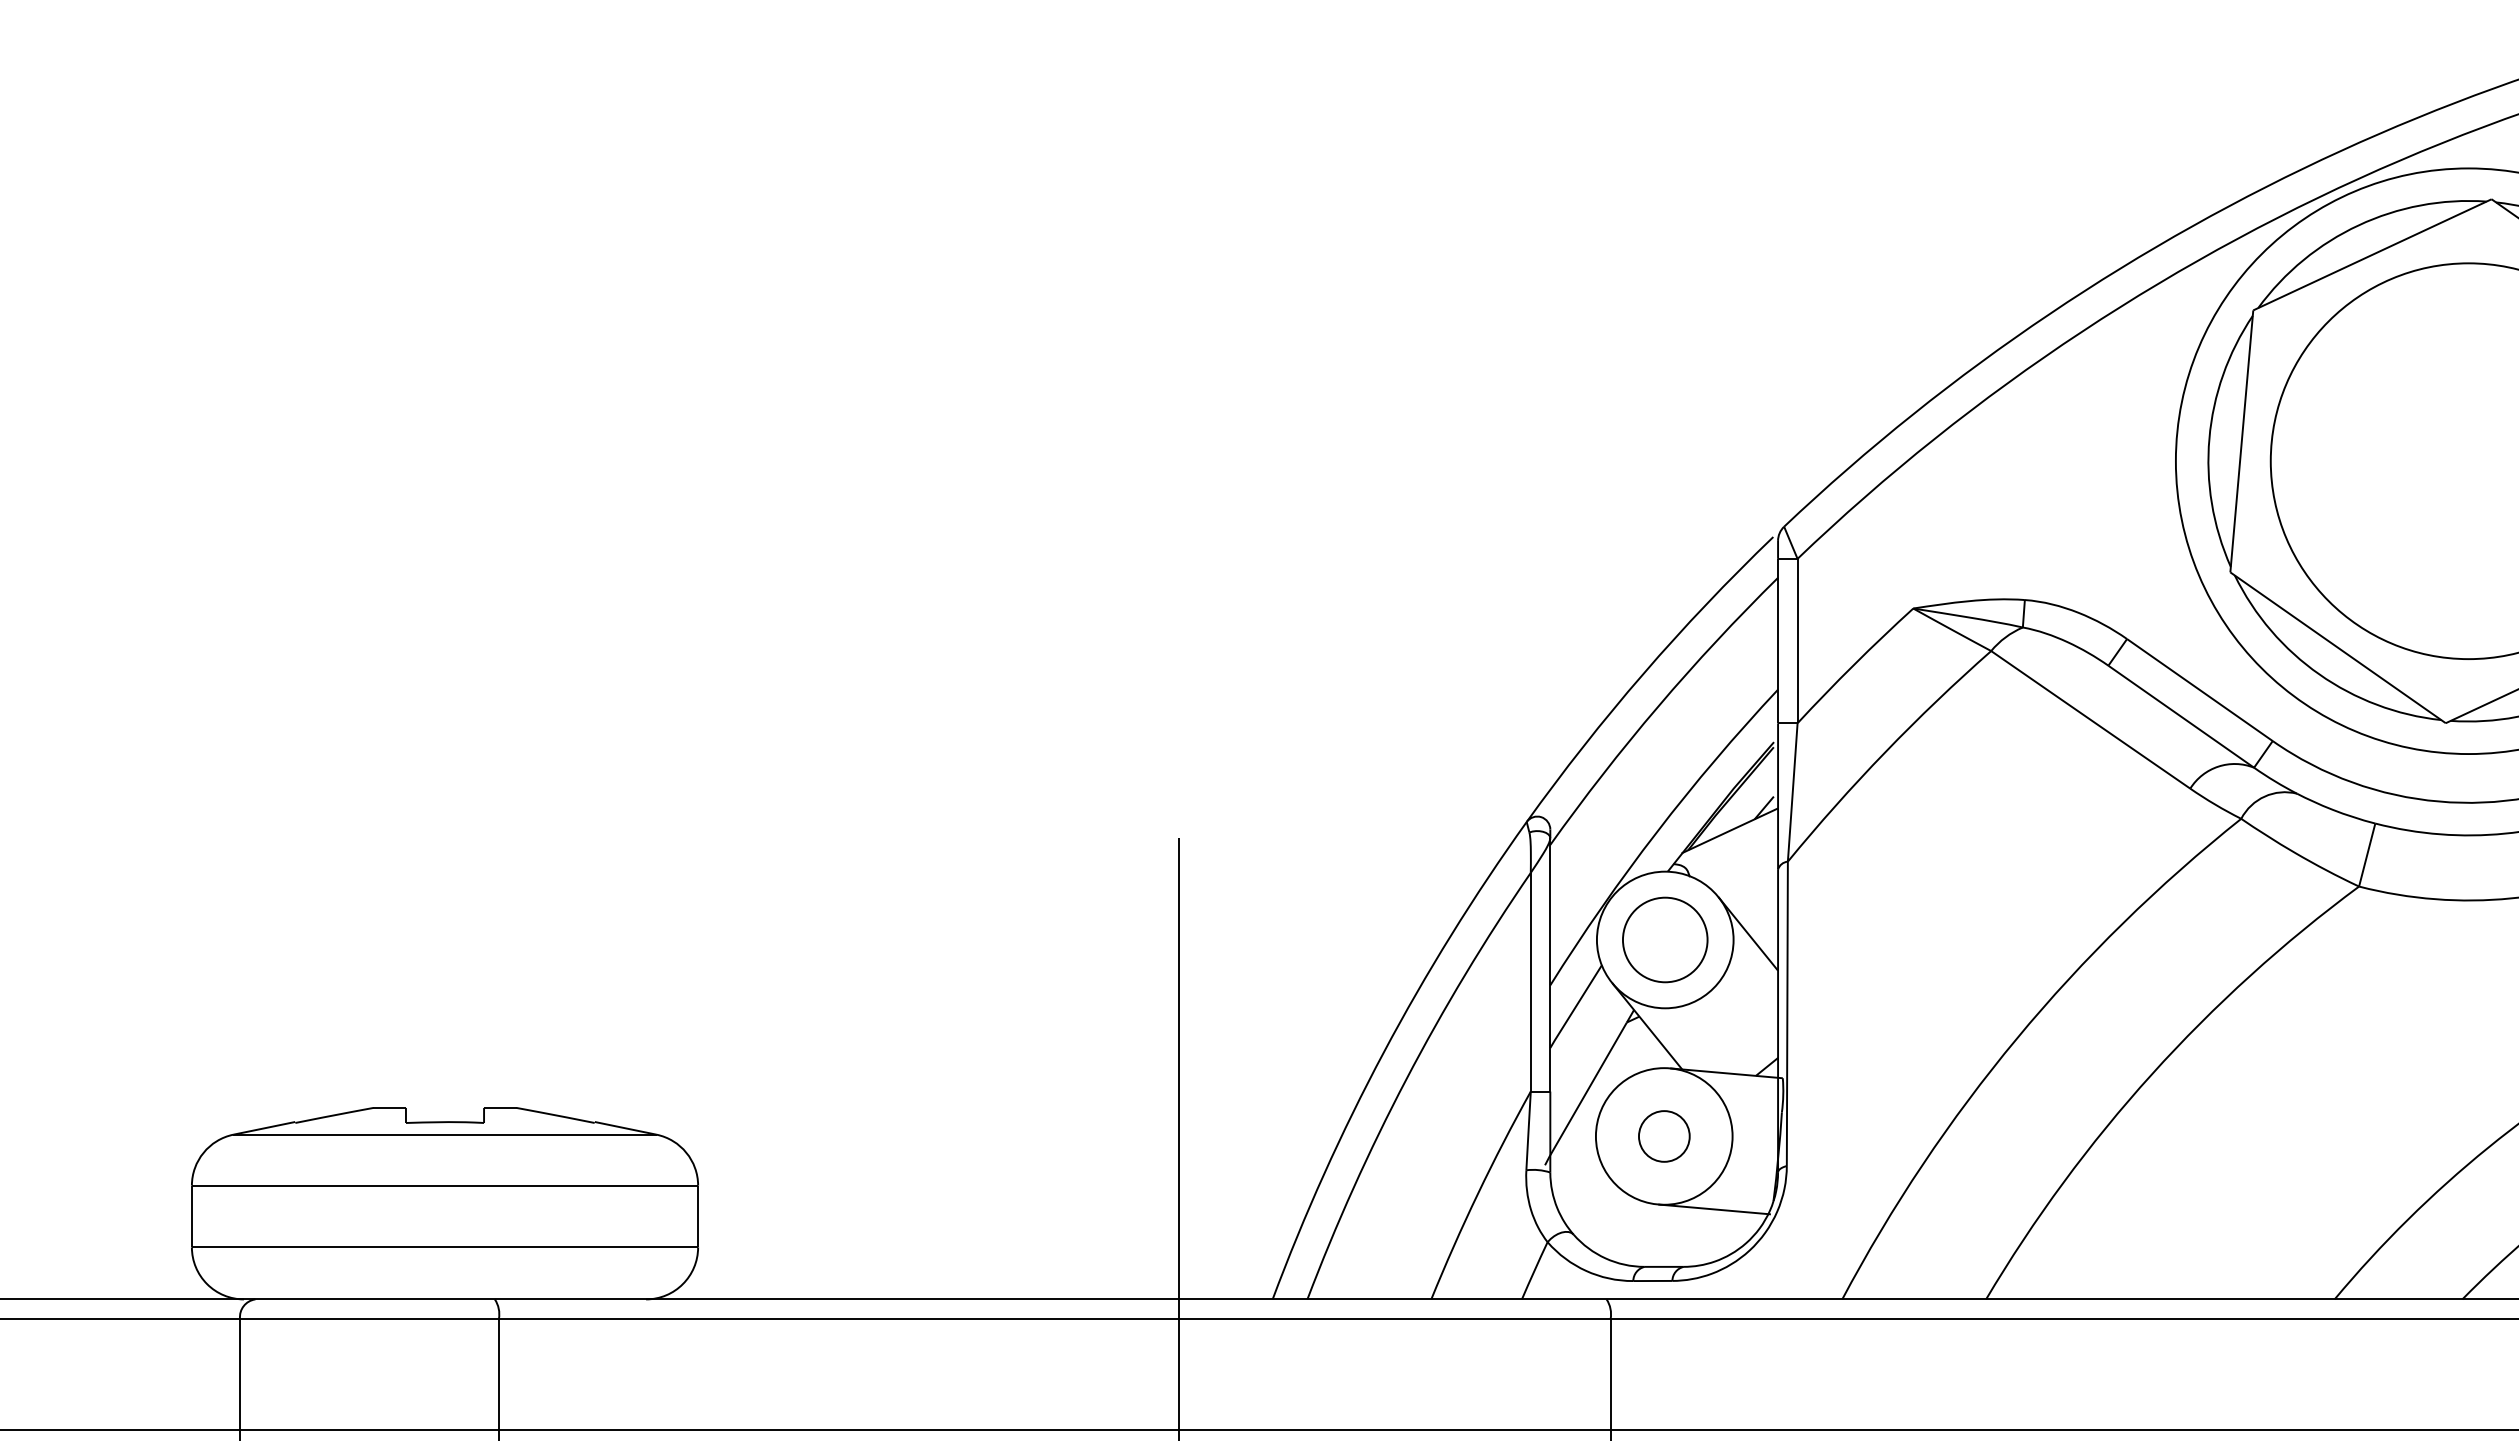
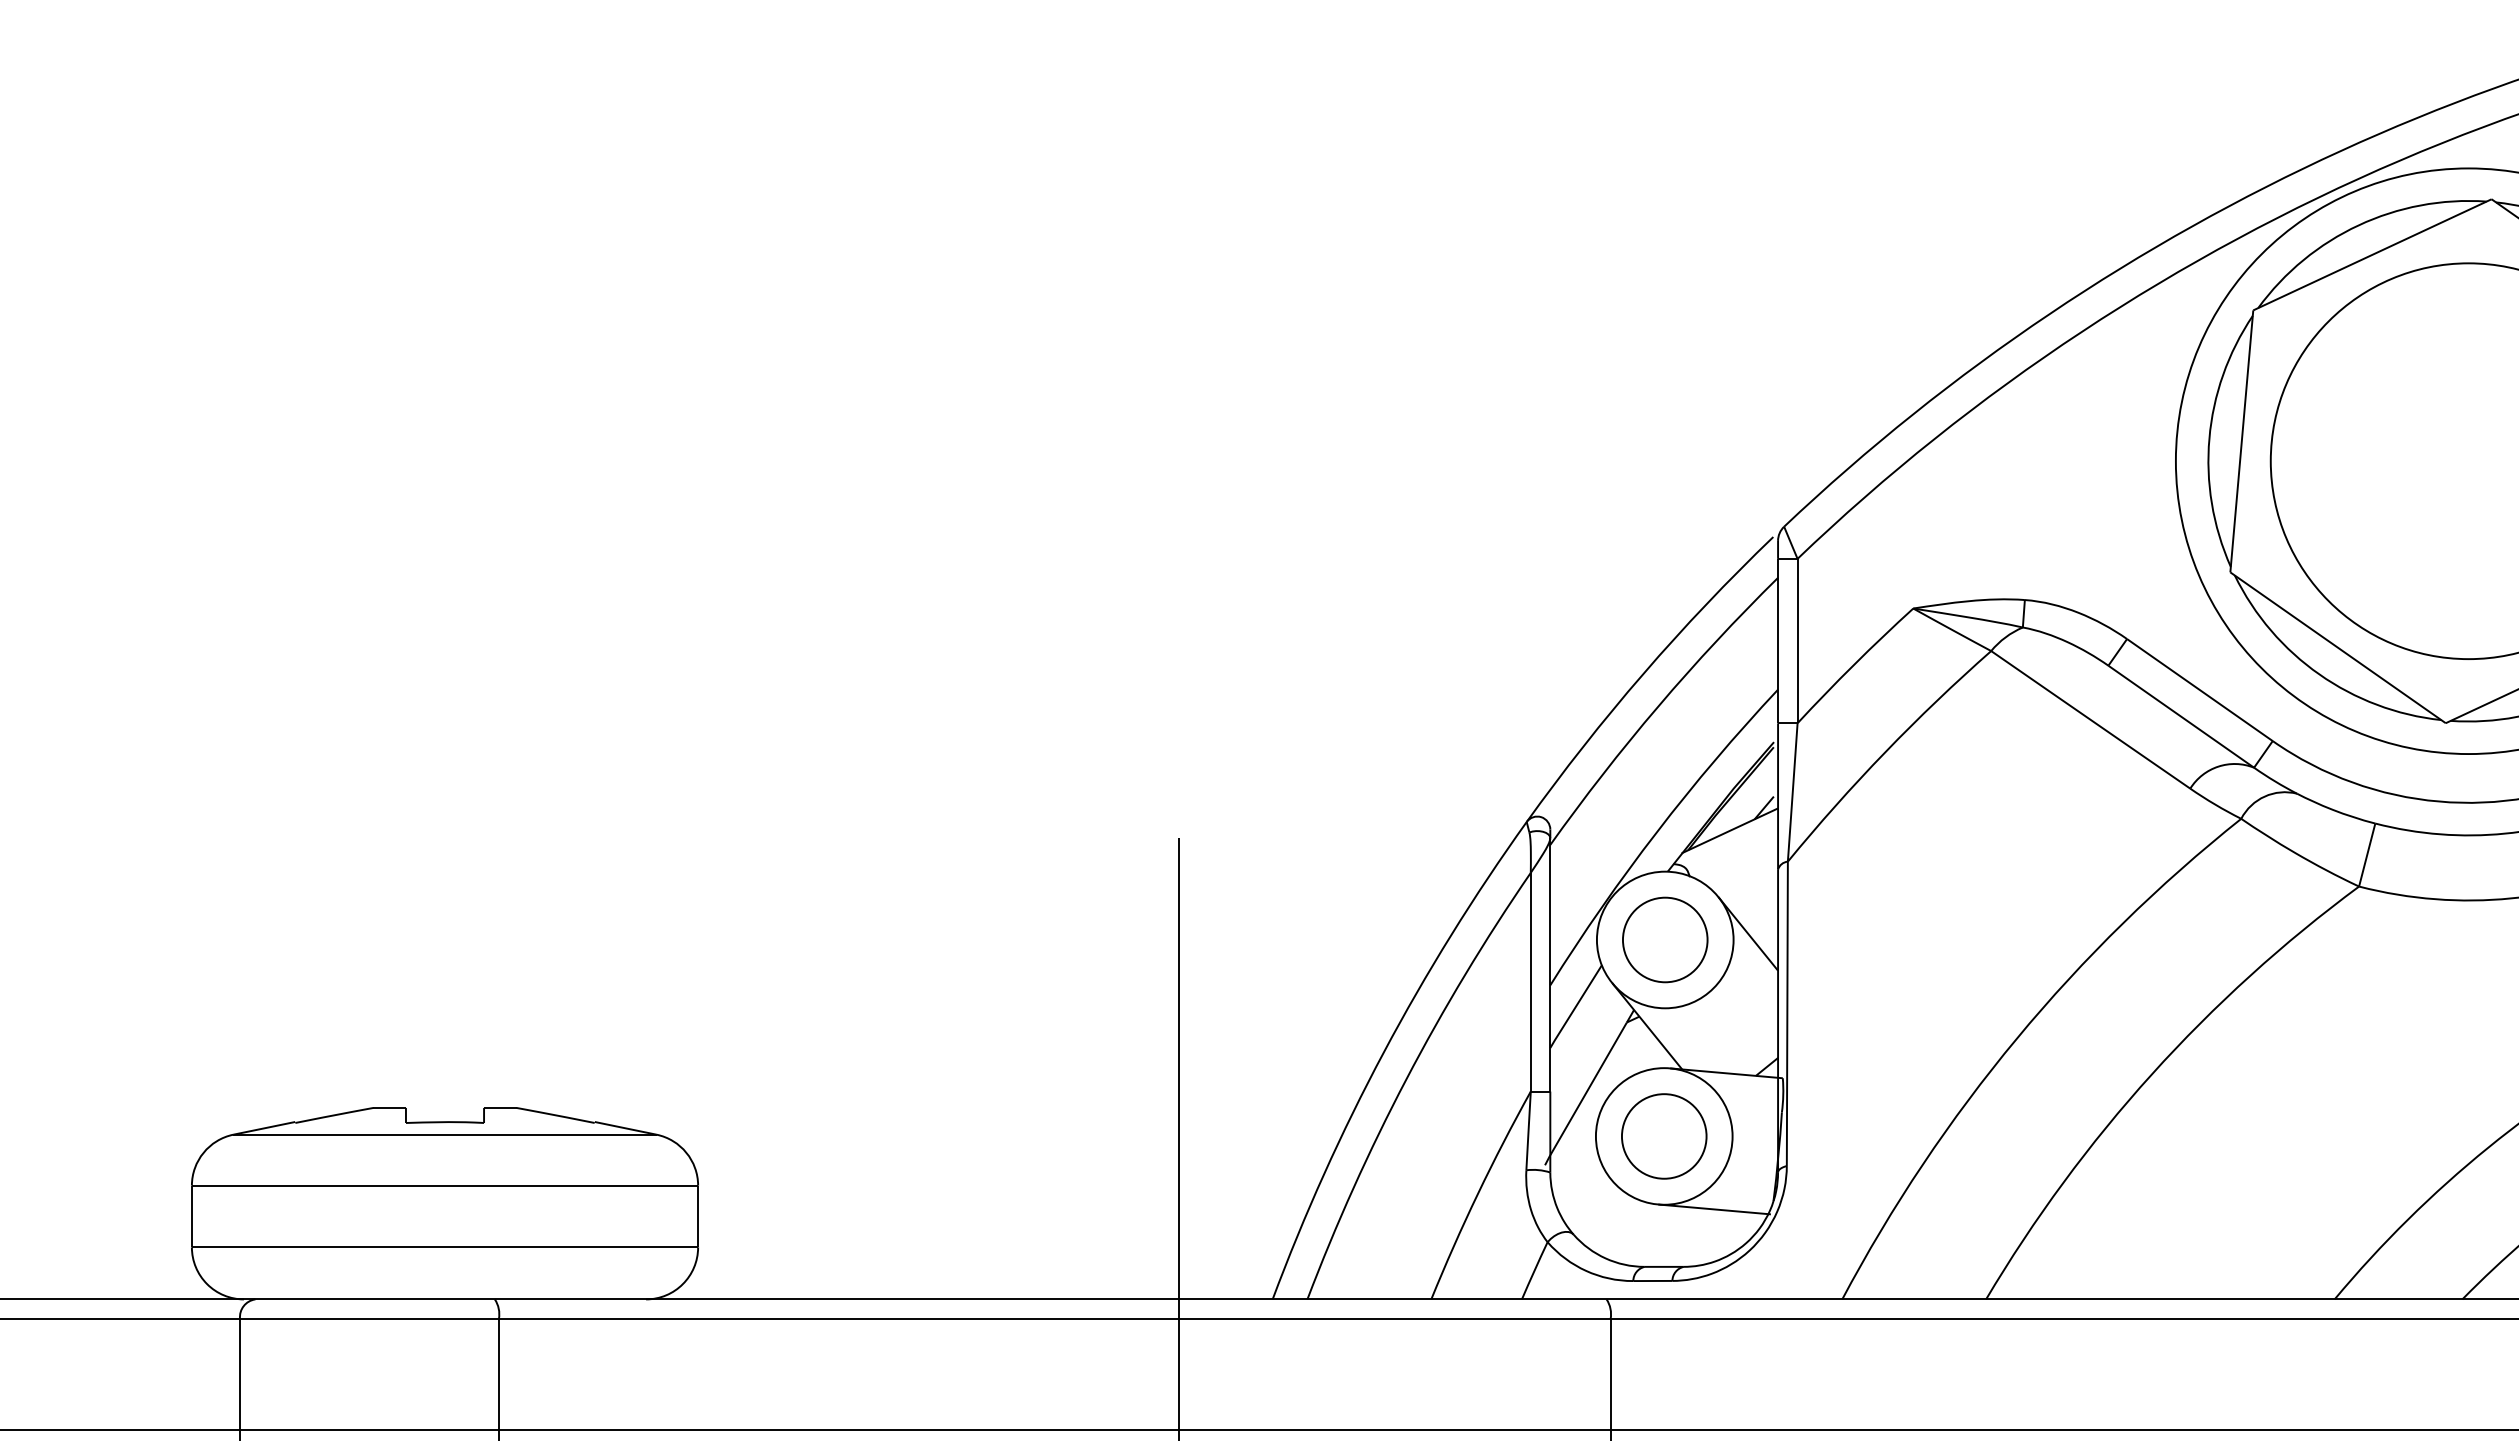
part at (1664, 1136) size: 53x53 px -> 87x87 px
